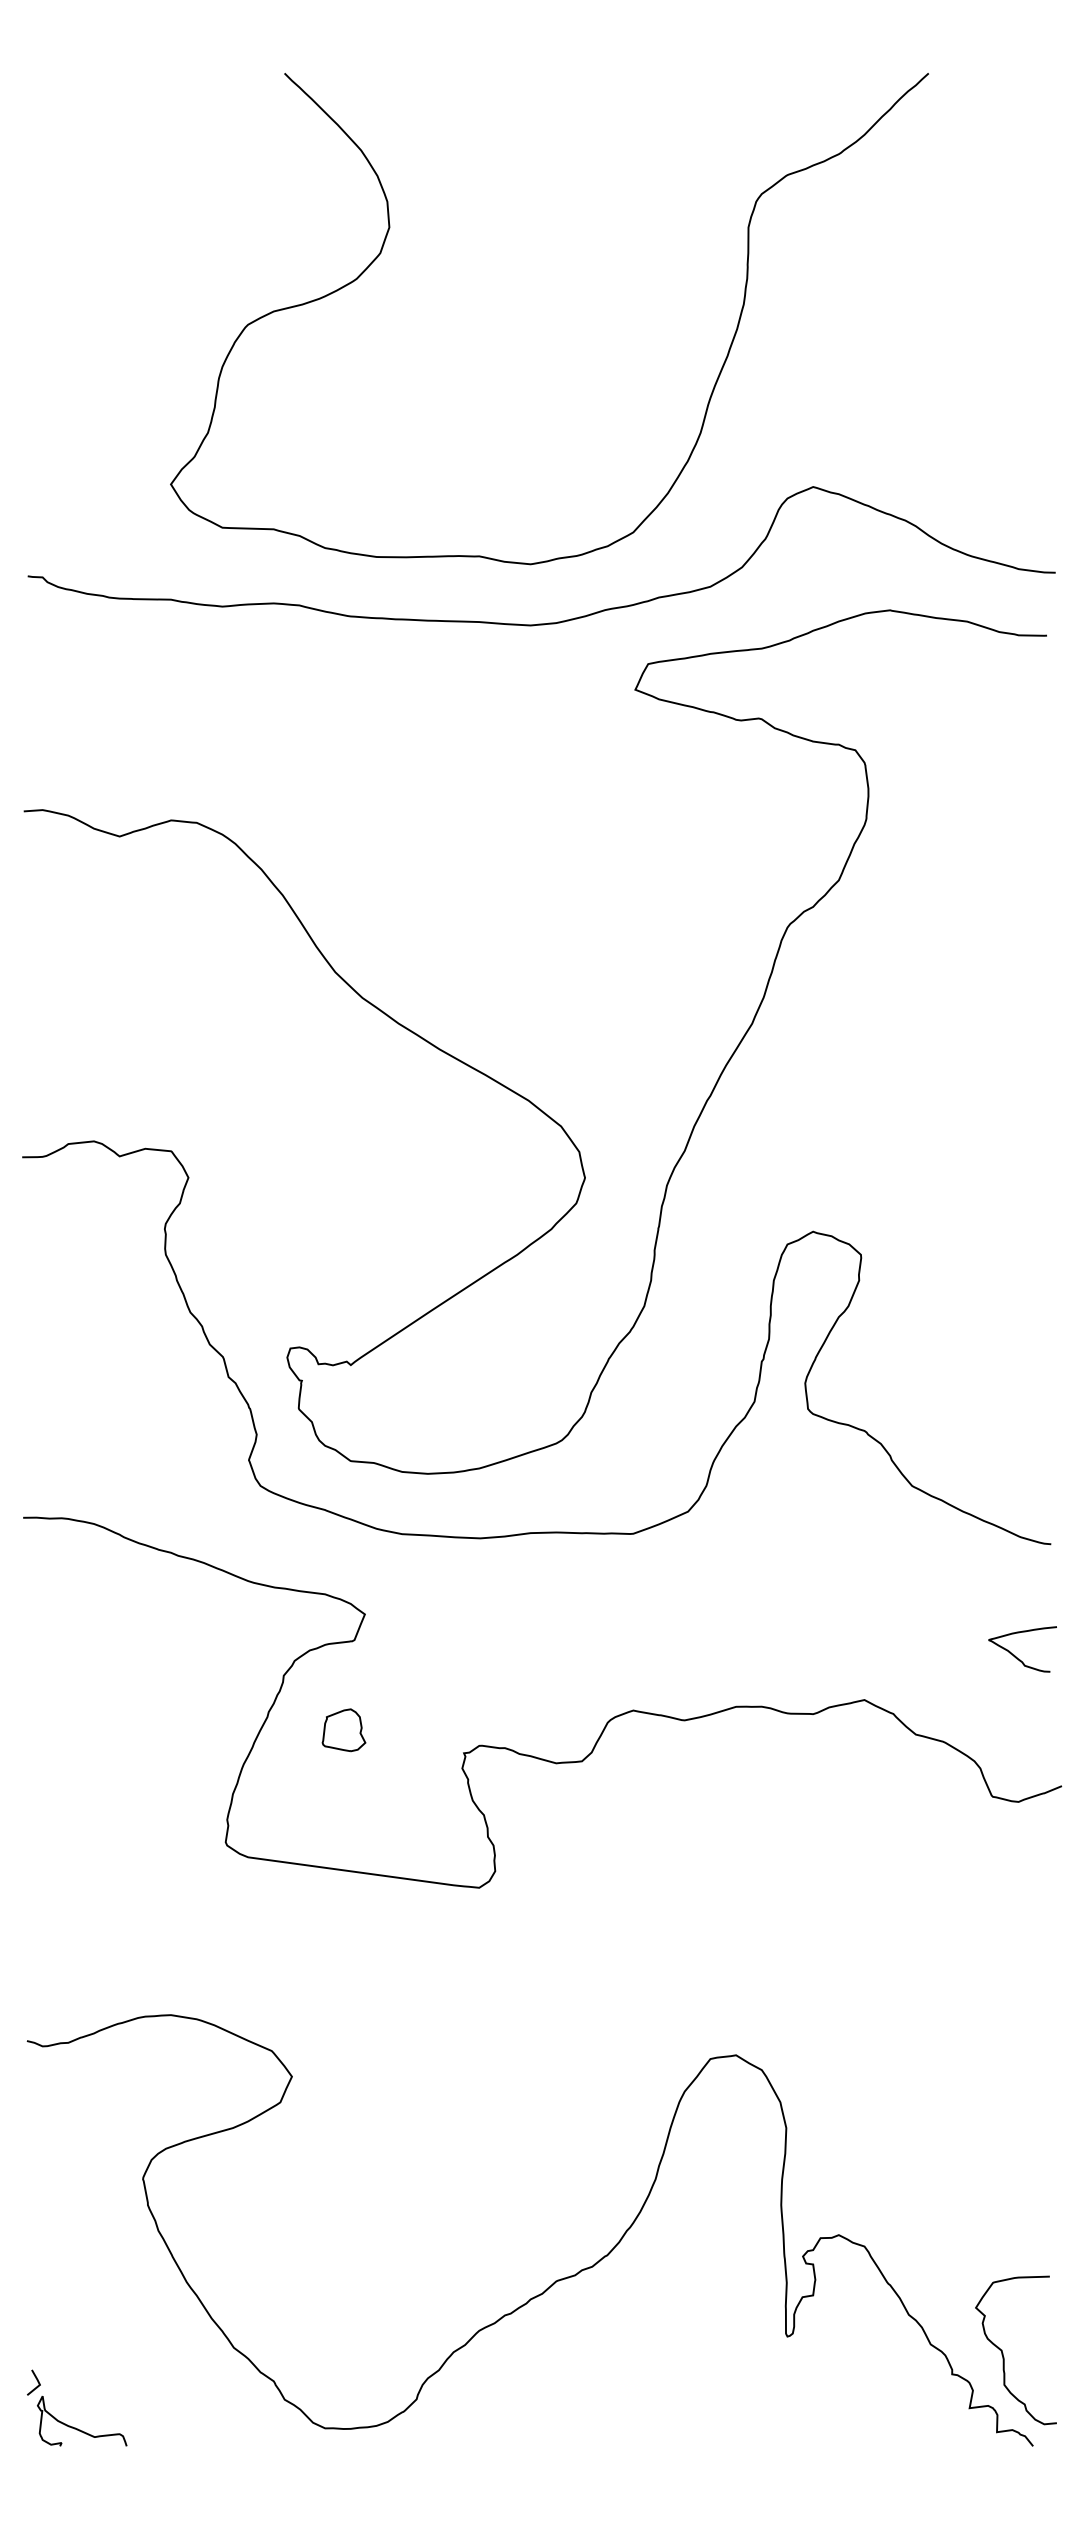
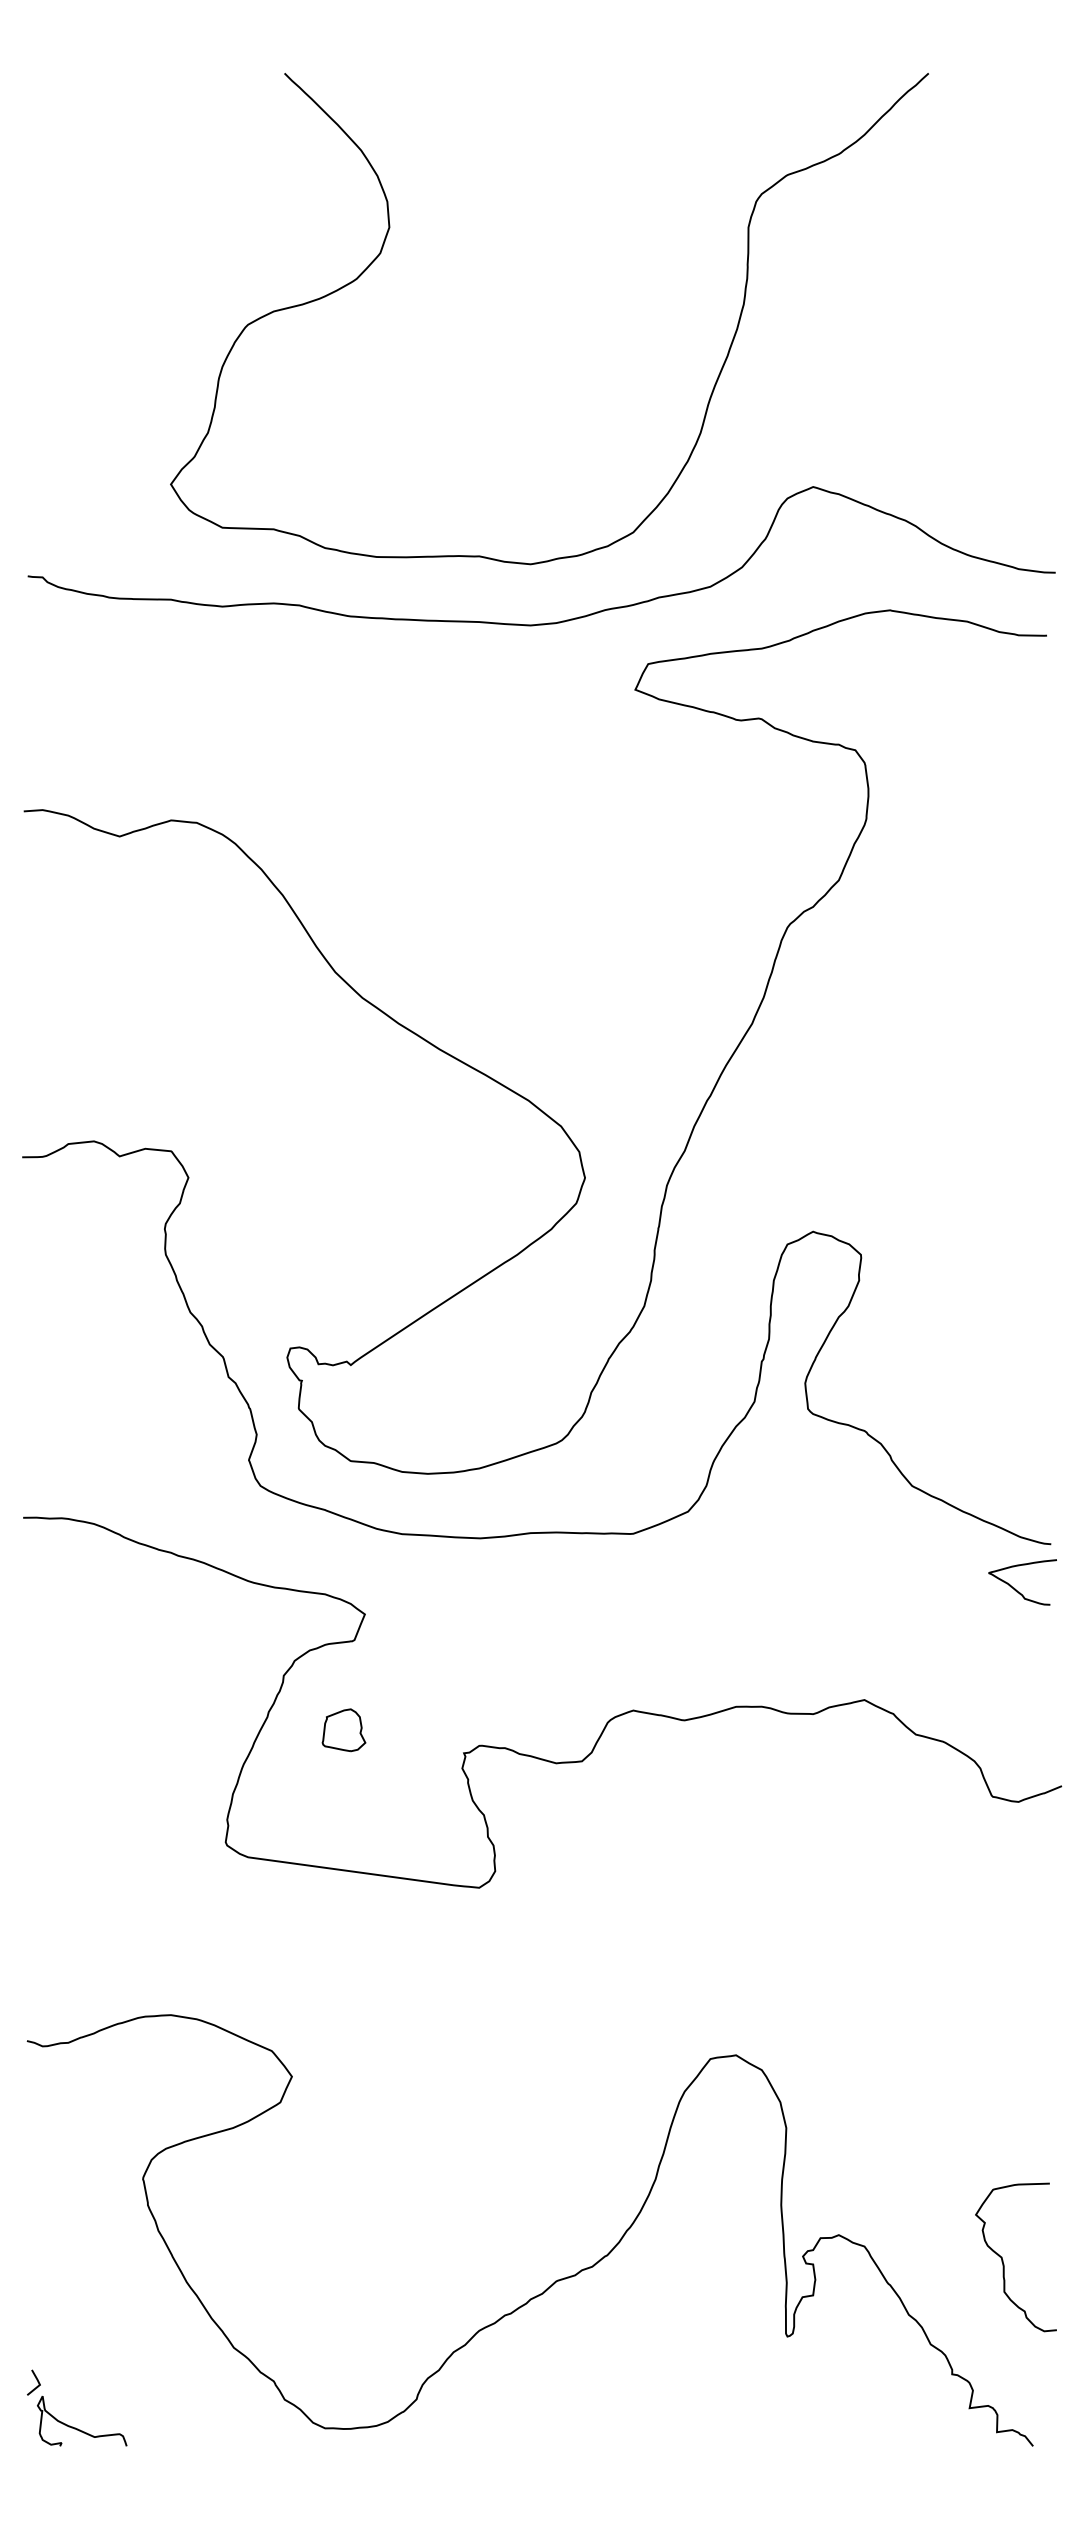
curve at (1015, 1655) position: (1015, 1655) -> (1015, 1588)
curve at (1003, 2353) position: (1003, 2353) -> (1003, 2260)
